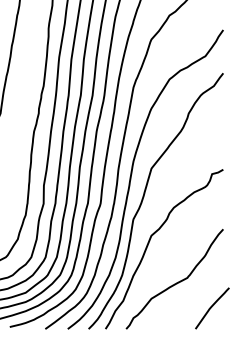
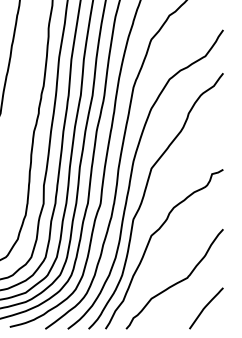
curve at (212, 307) position: (212, 307) -> (206, 307)
